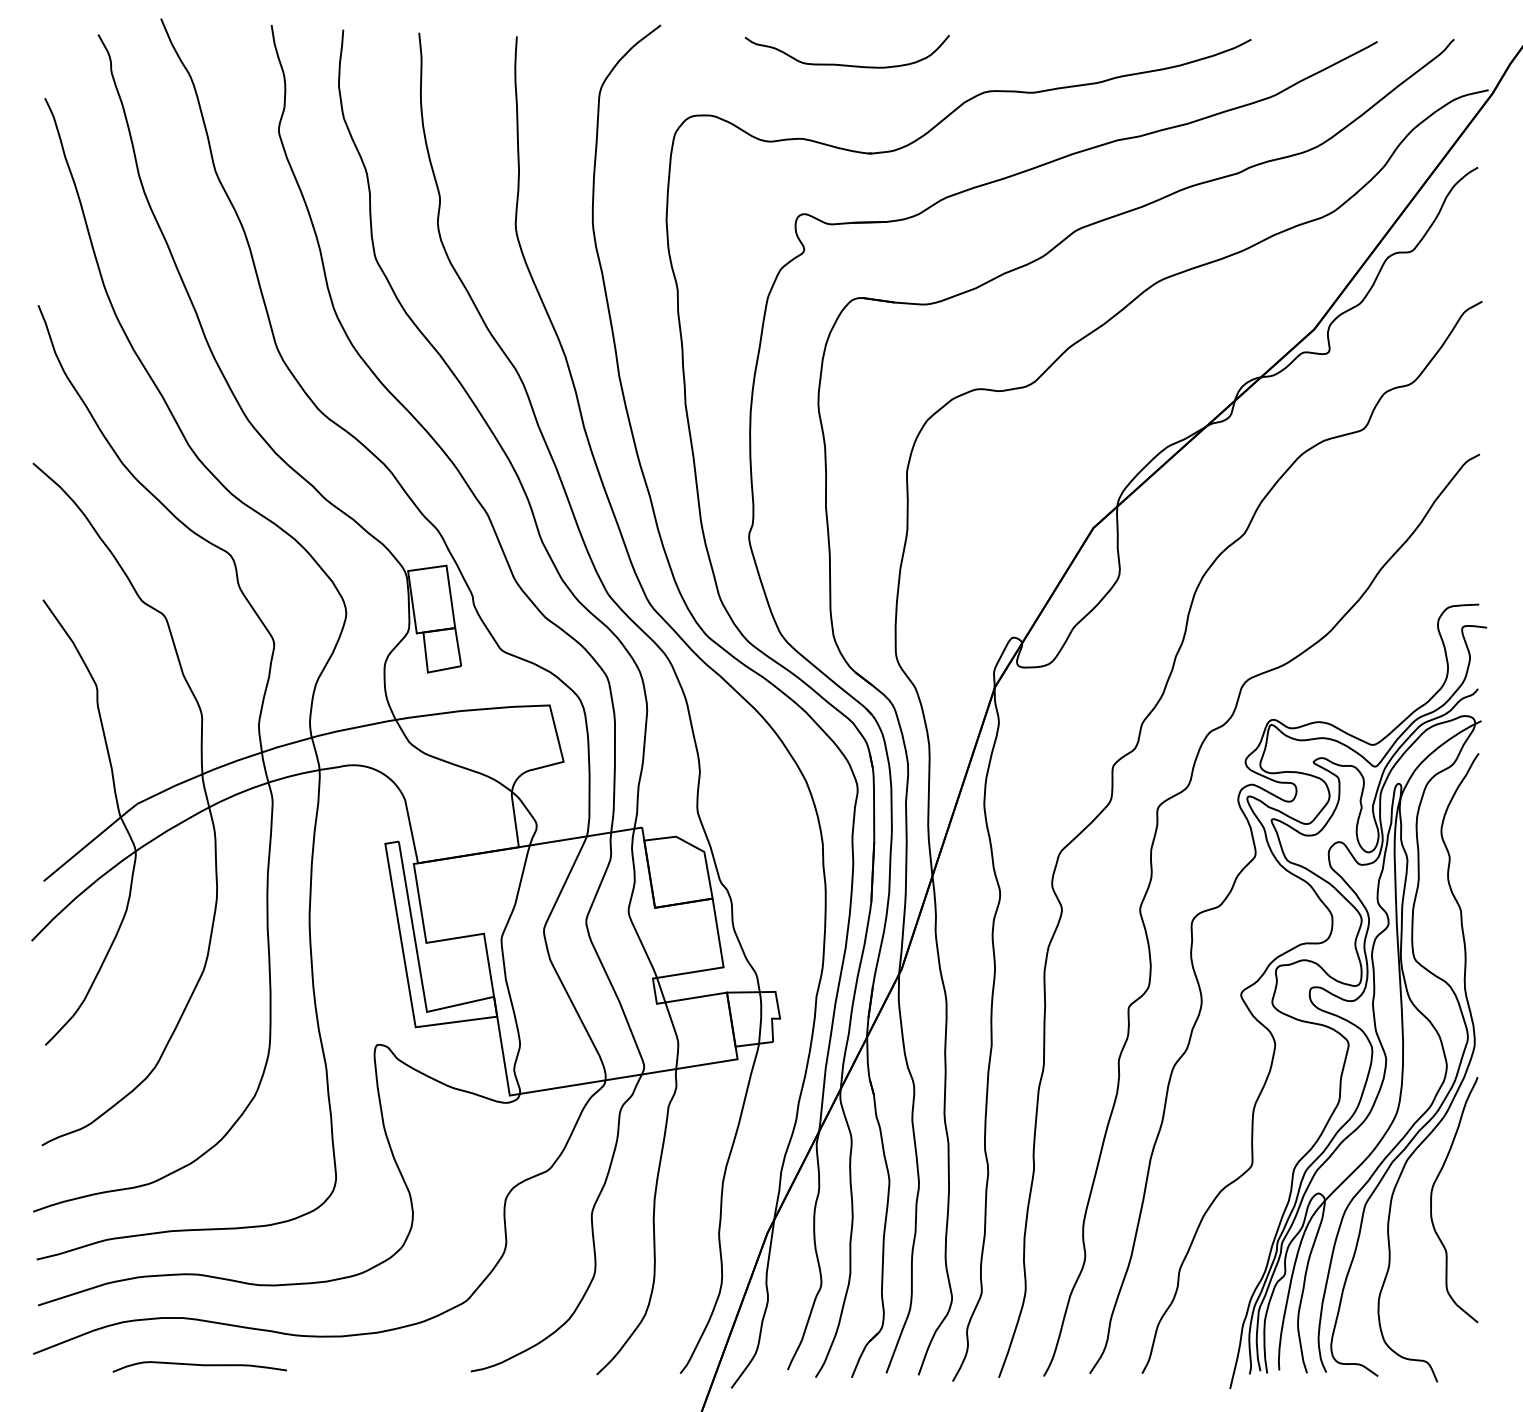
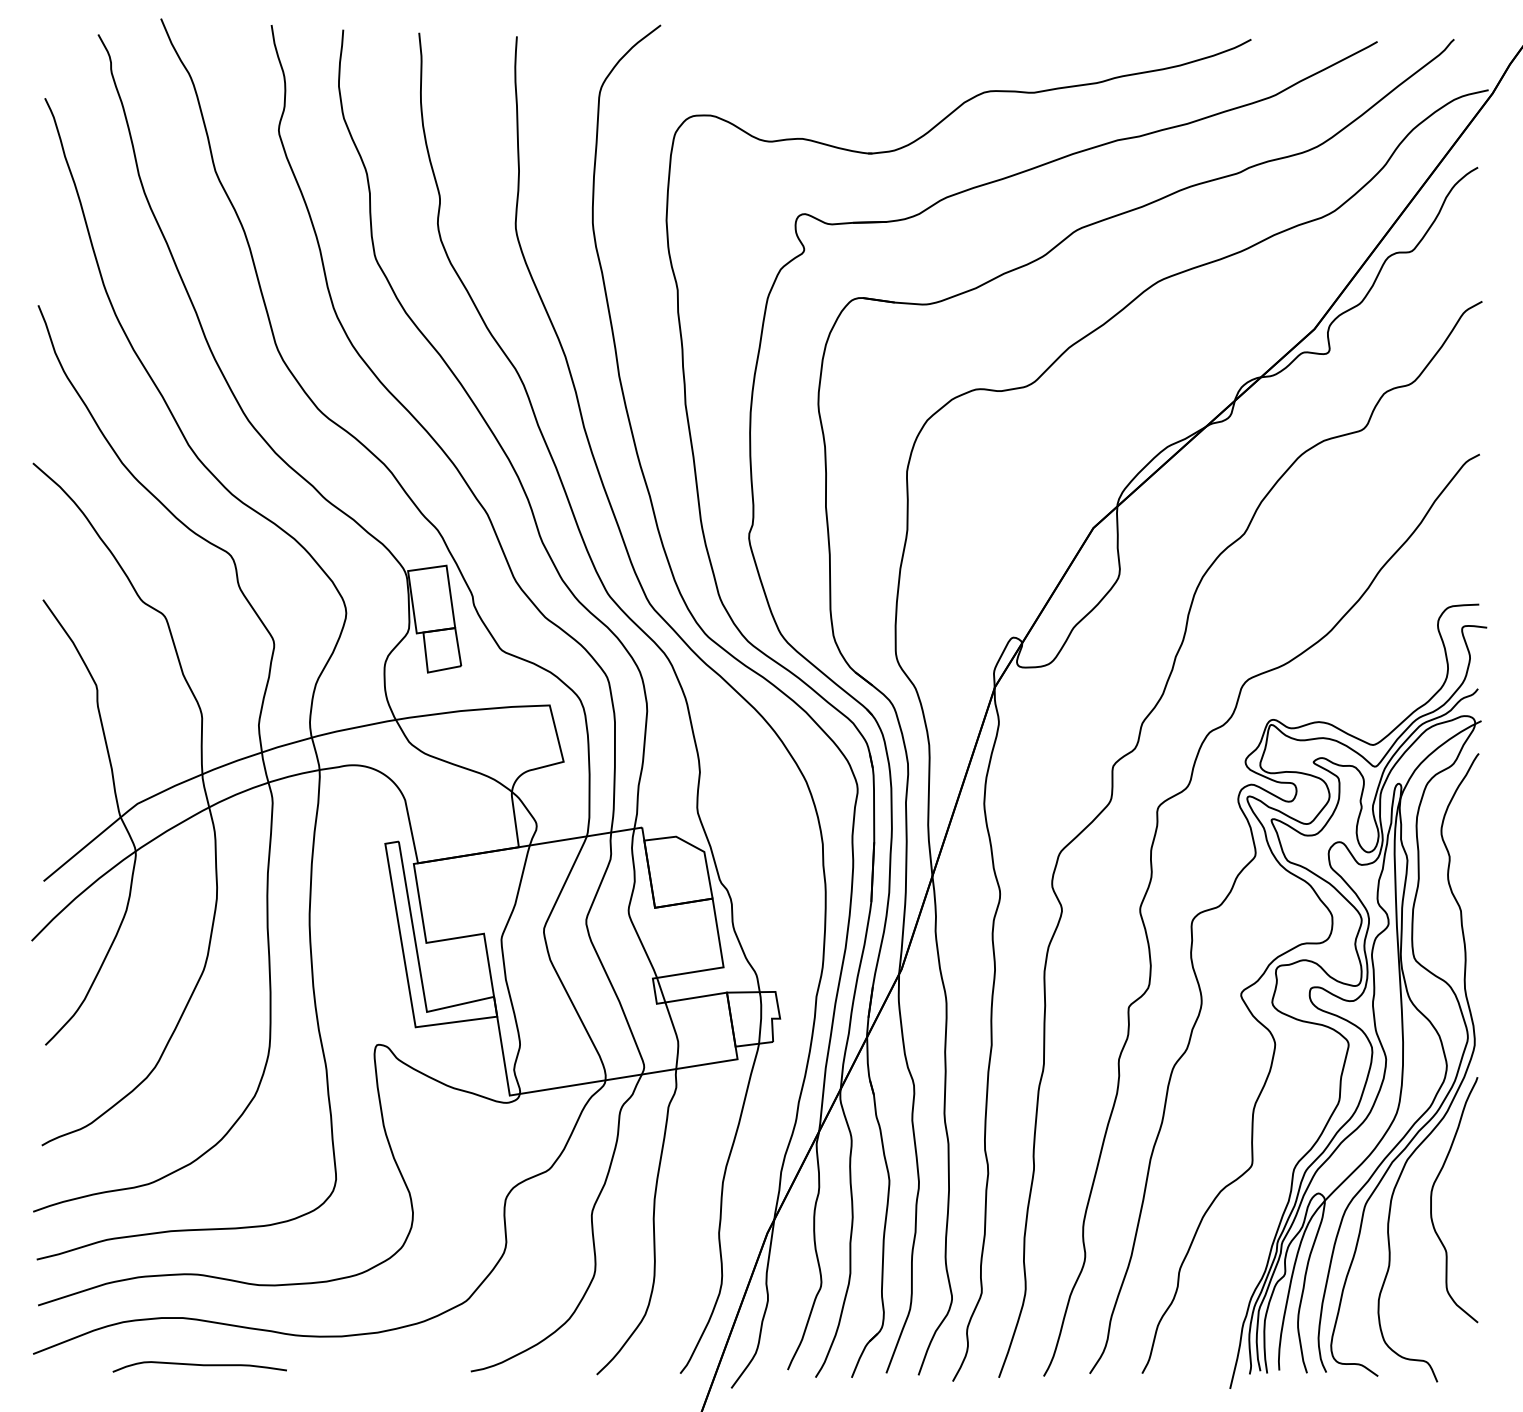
curve at (846, 64): present -> none
